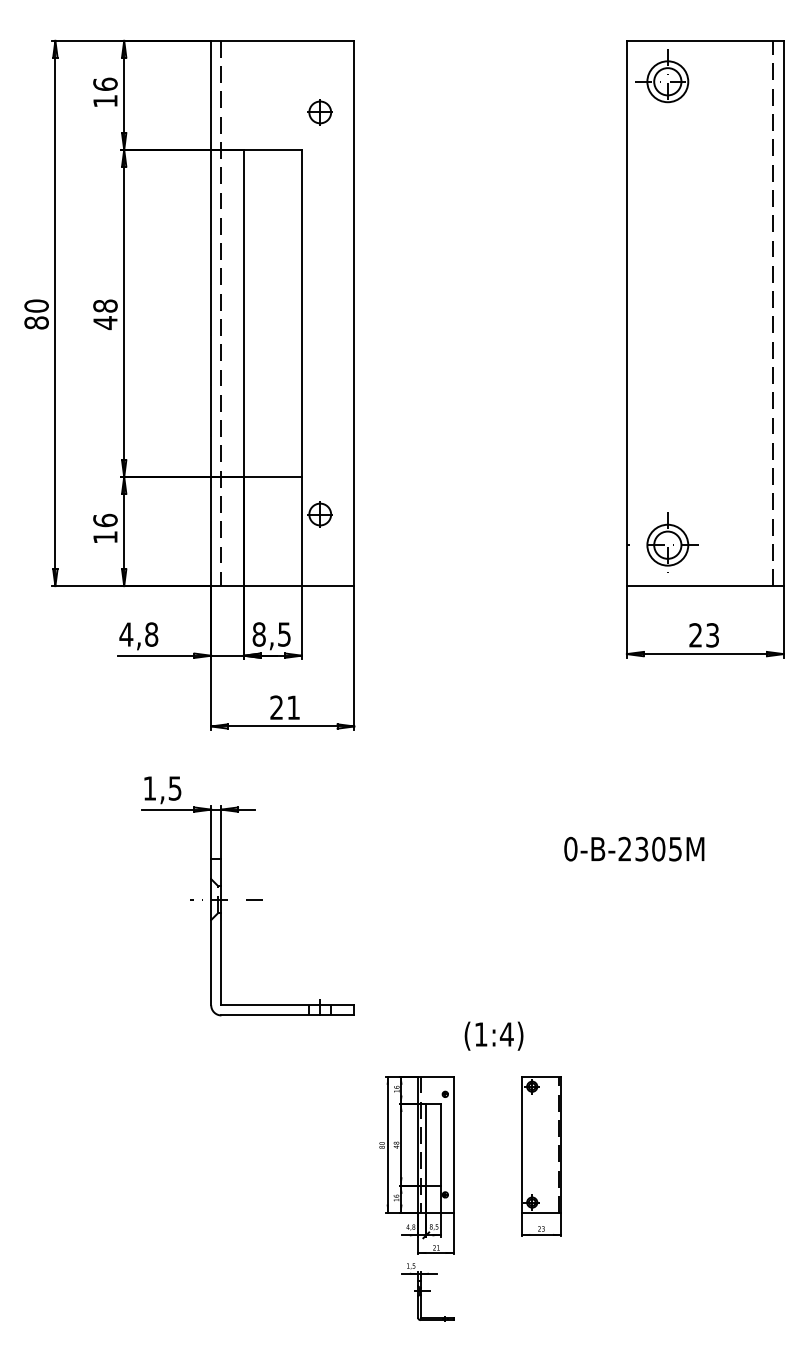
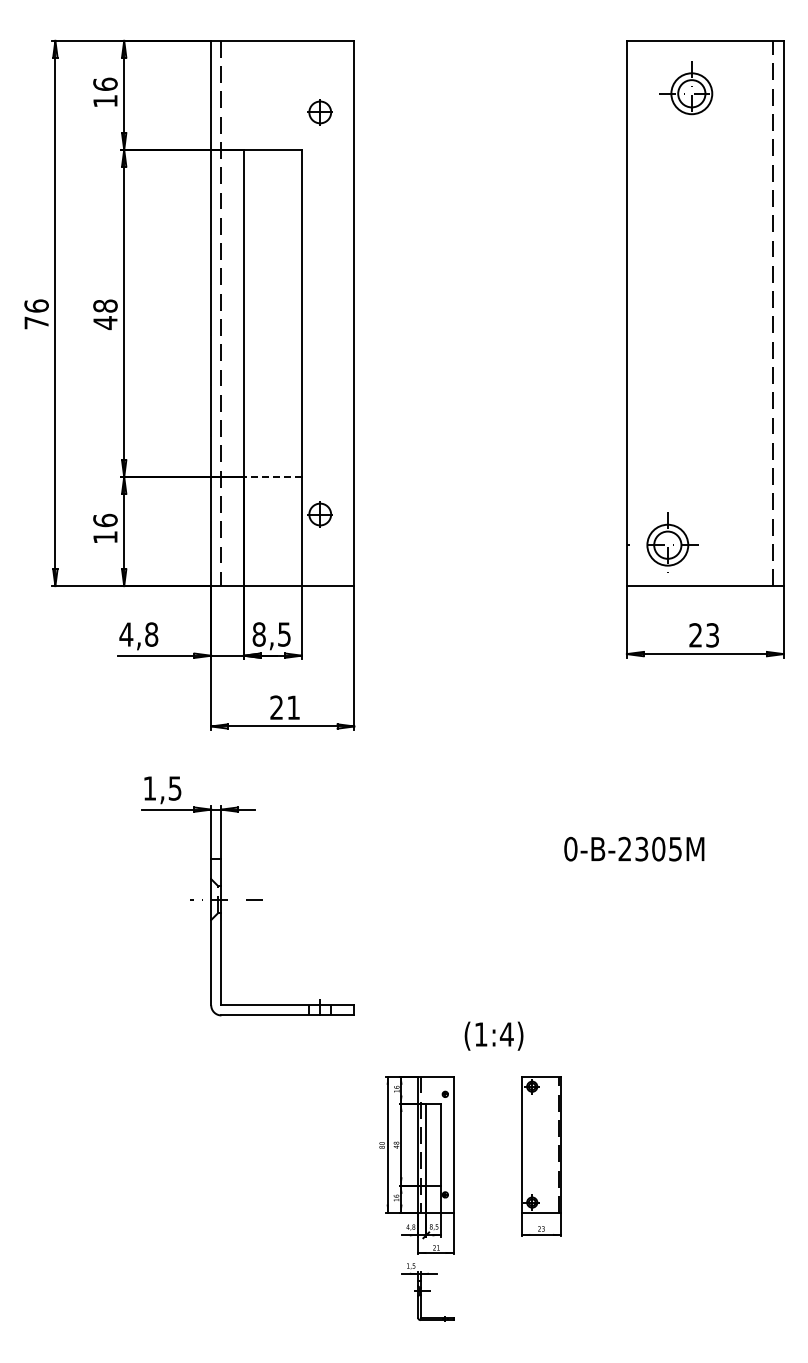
part at (662, 76) position: (662, 76) -> (686, 88)
text at (36, 314): 80 -> 76
line at (272, 477): solid -> dashed
